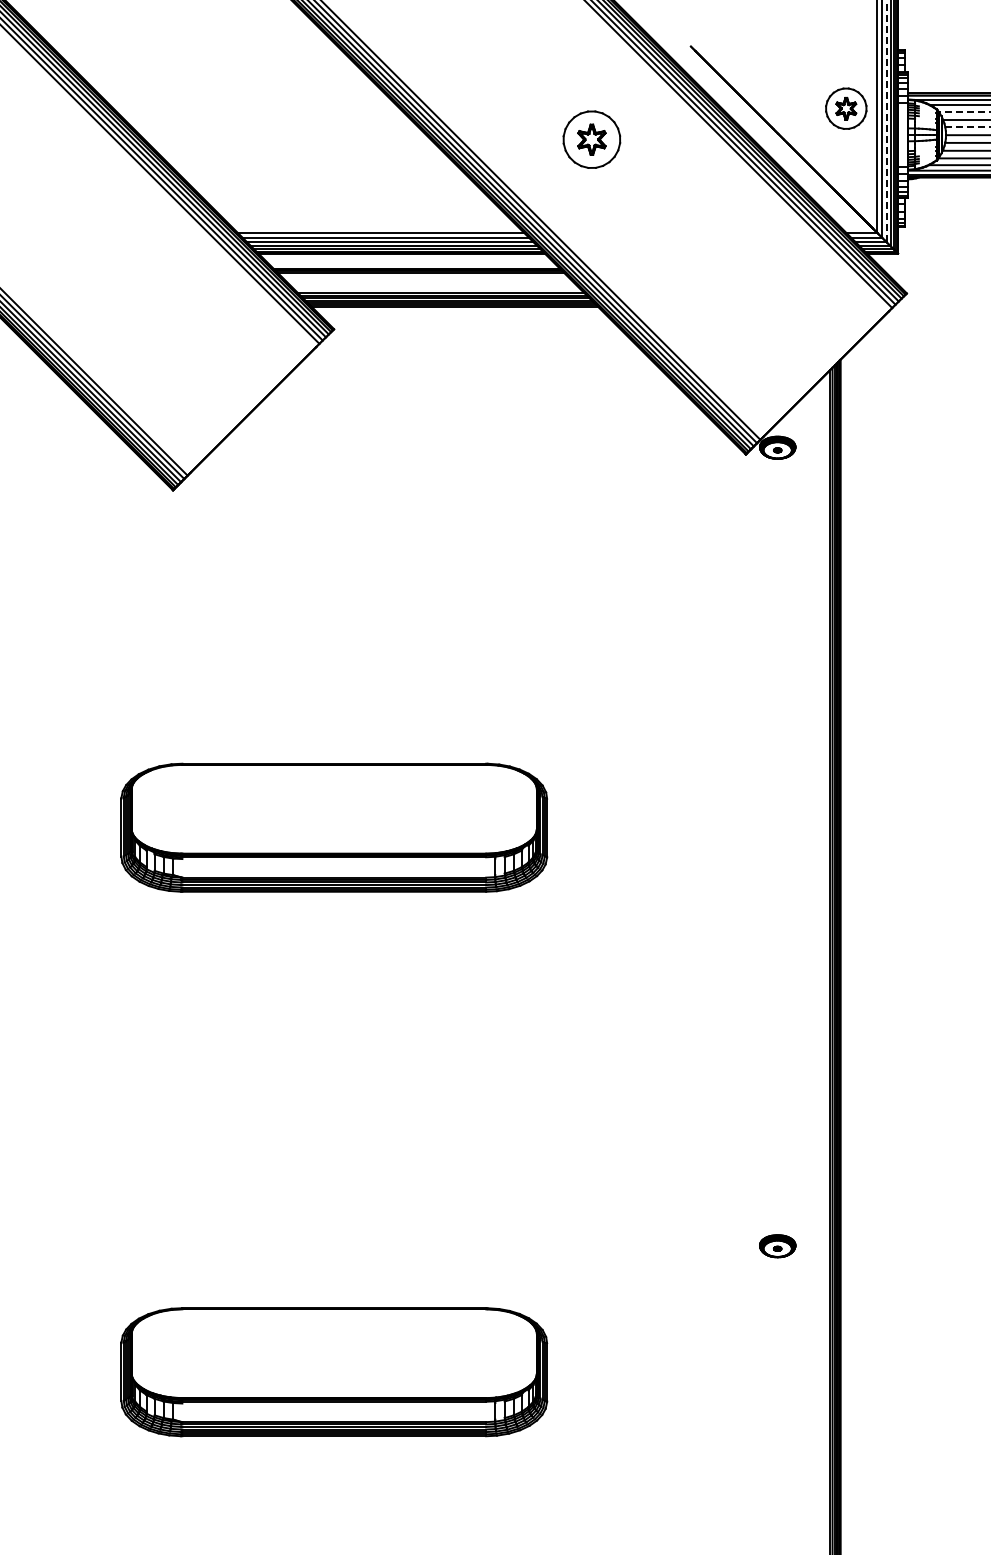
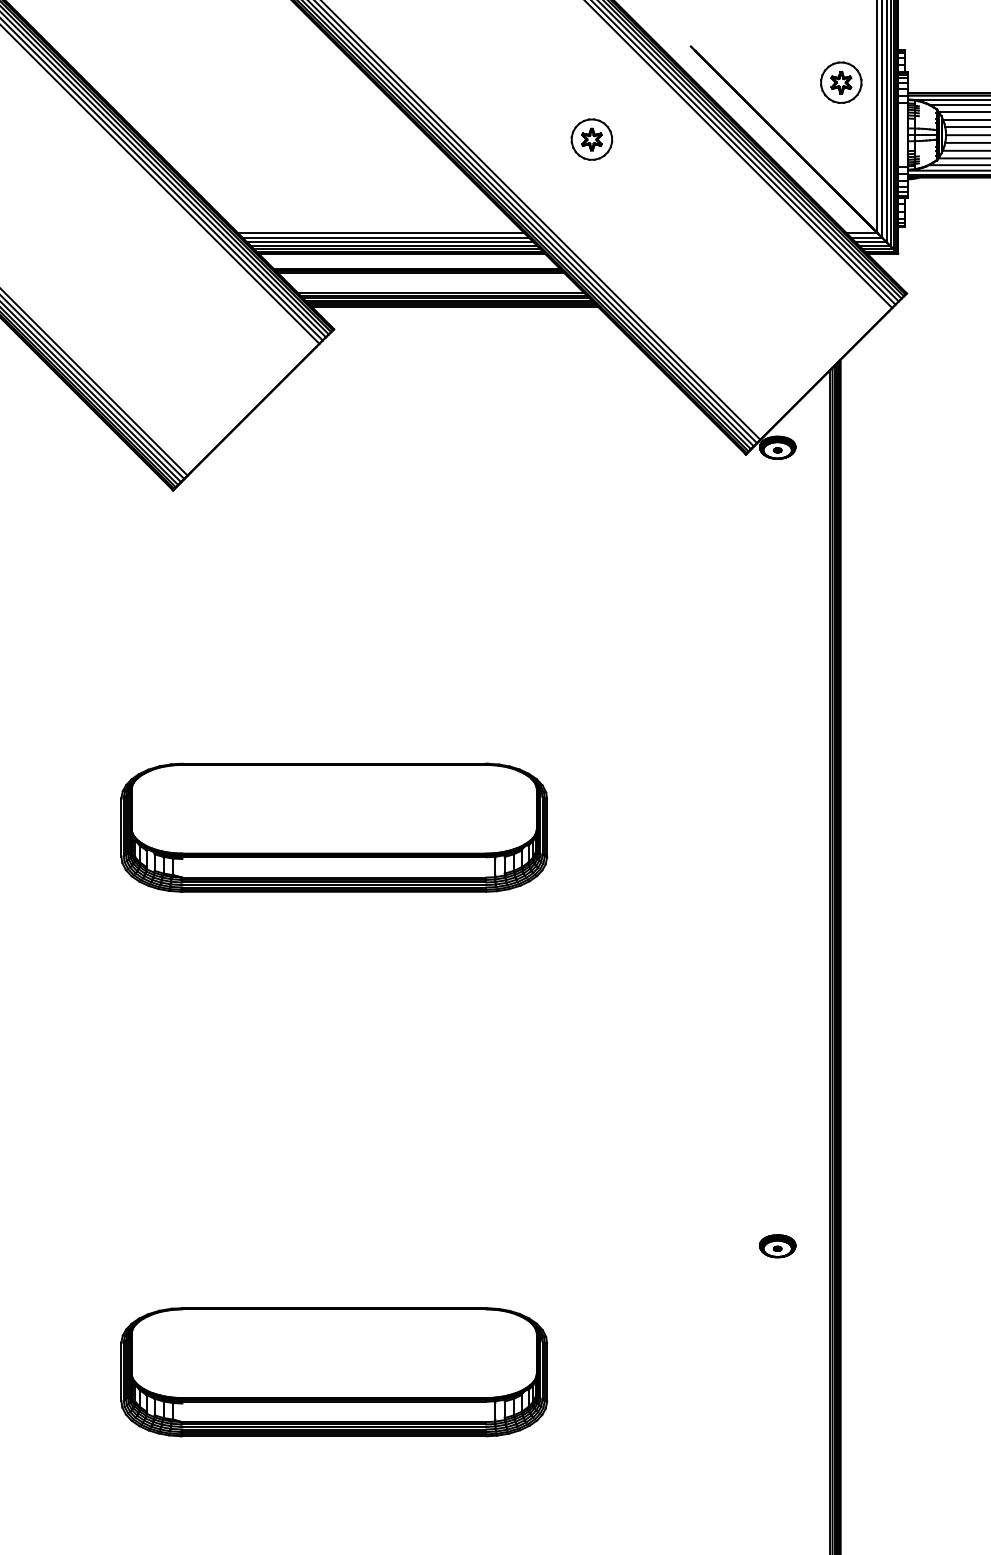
part at (846, 108) position: (846, 108) -> (841, 82)
line at (964, 112): dashed -> solid
line at (886, 121): dashed -> solid
line at (967, 127): dashed -> solid
part at (591, 139) size: 60x59 px -> 44x43 px
